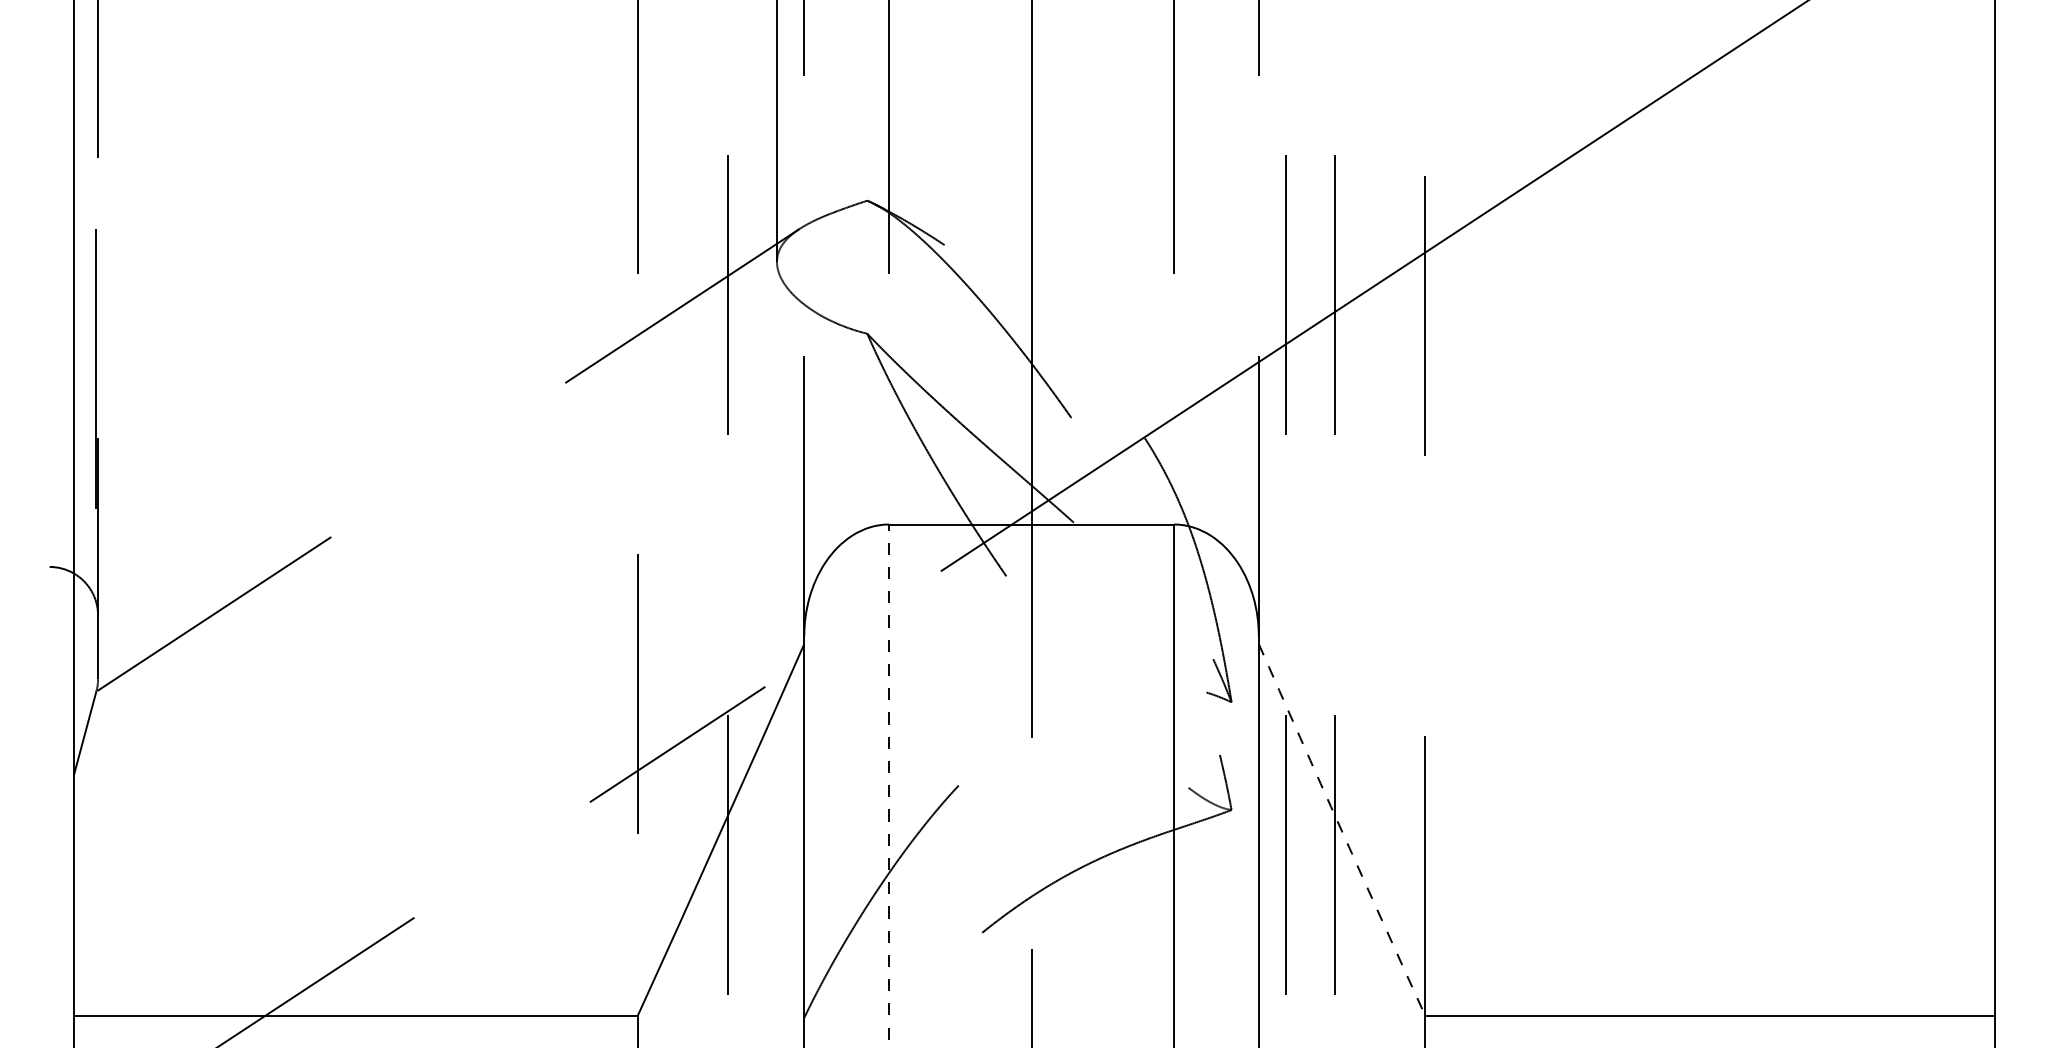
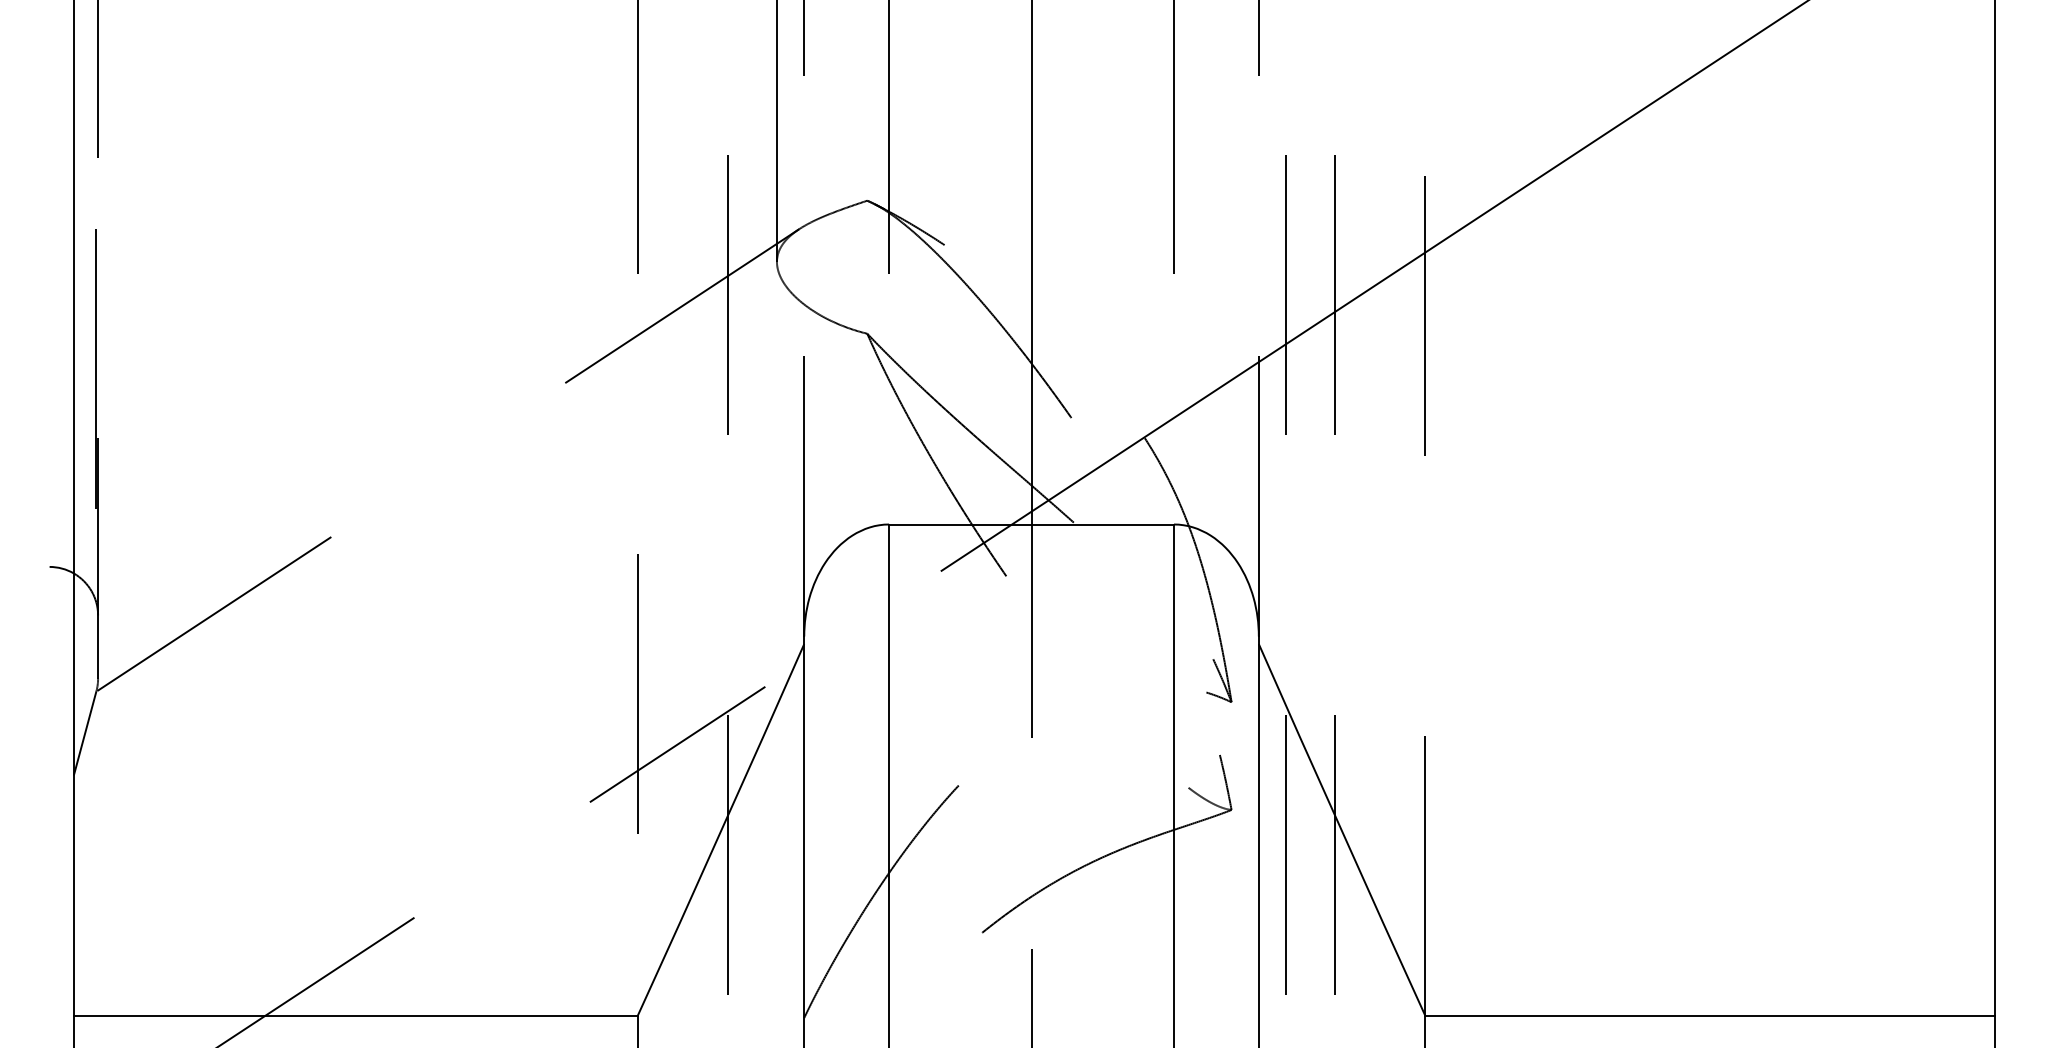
line at (889, 785): dashed -> solid
arc at (1341, 830): dashed -> solid
